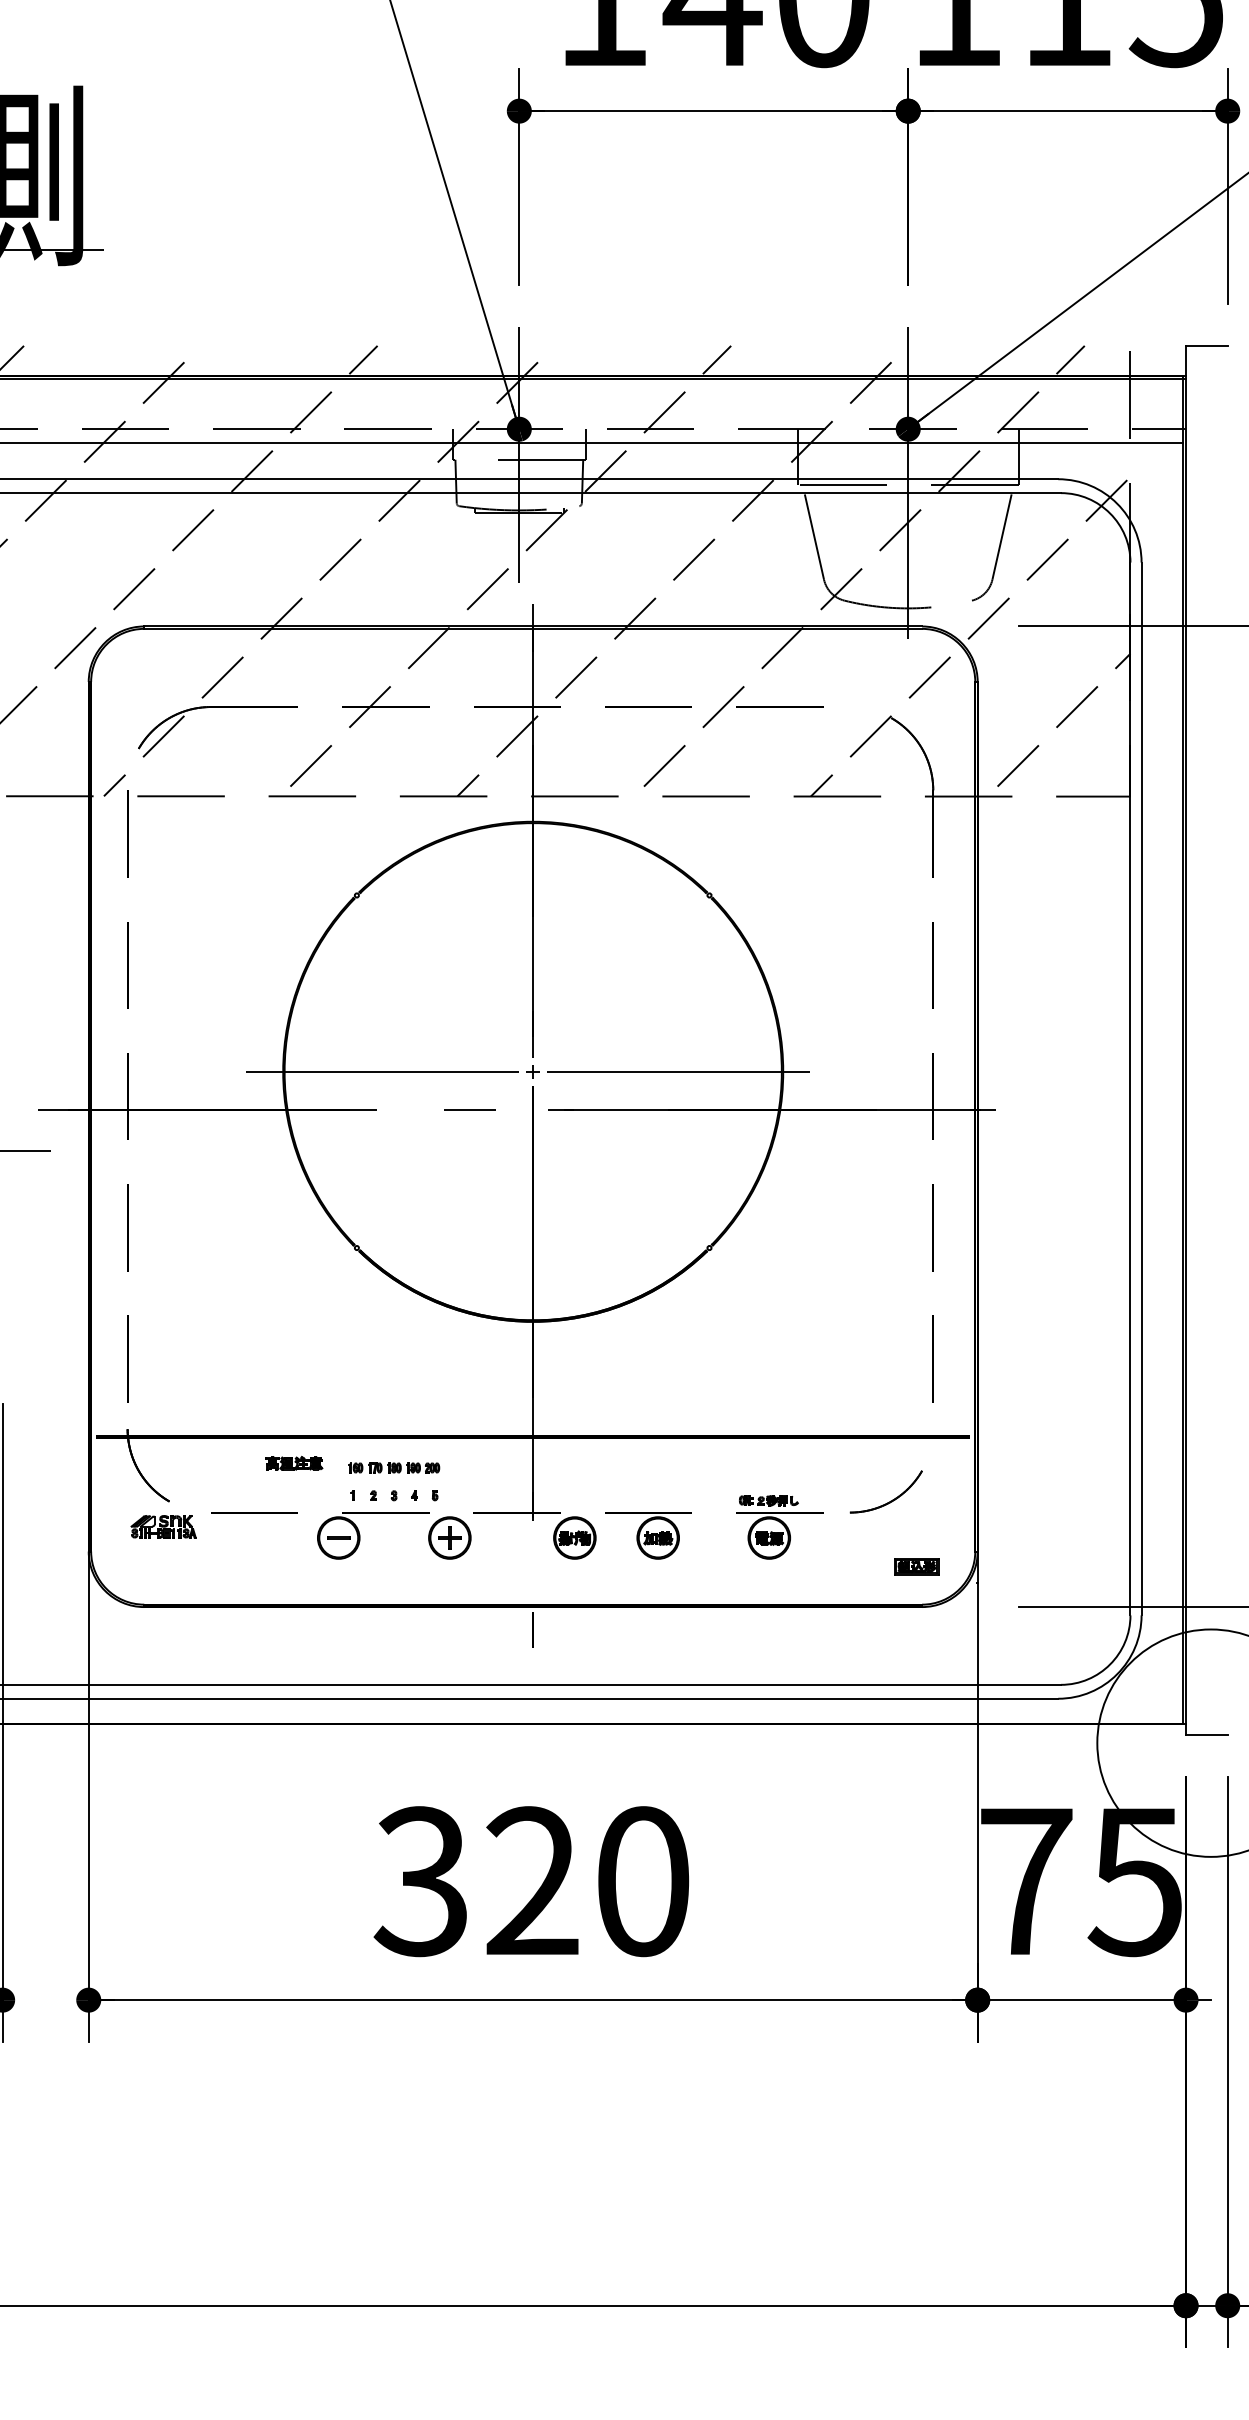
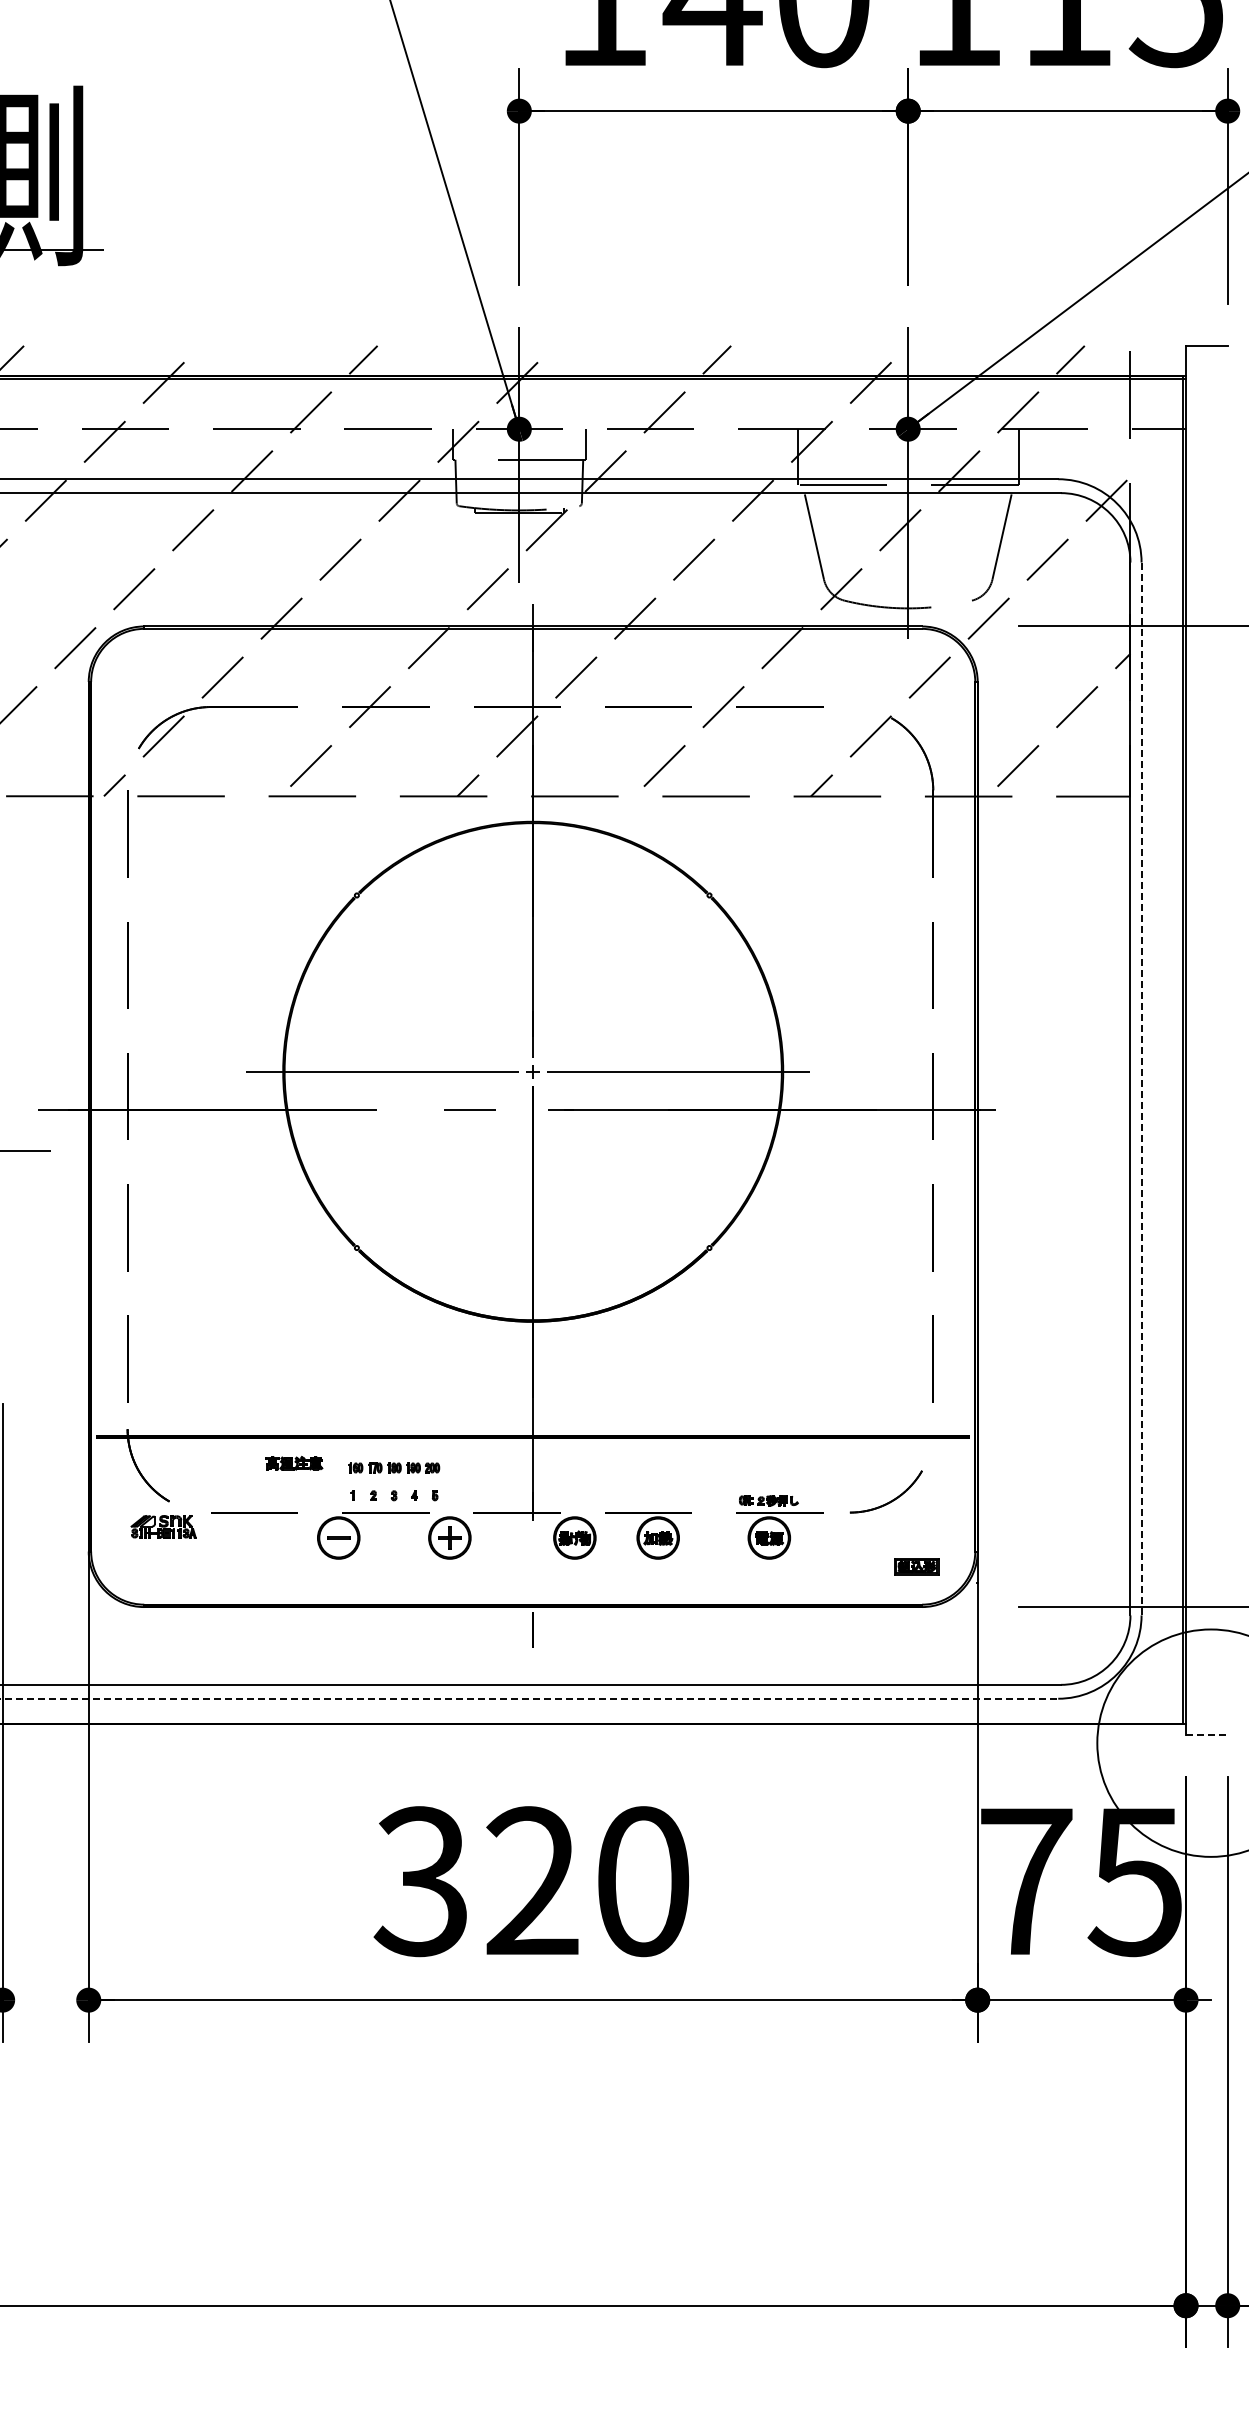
line at (592, 443): present -> none
line at (1141, 1089): solid -> dashed
line at (529, 1698): solid -> dashed
line at (1206, 1734): solid -> dashed
